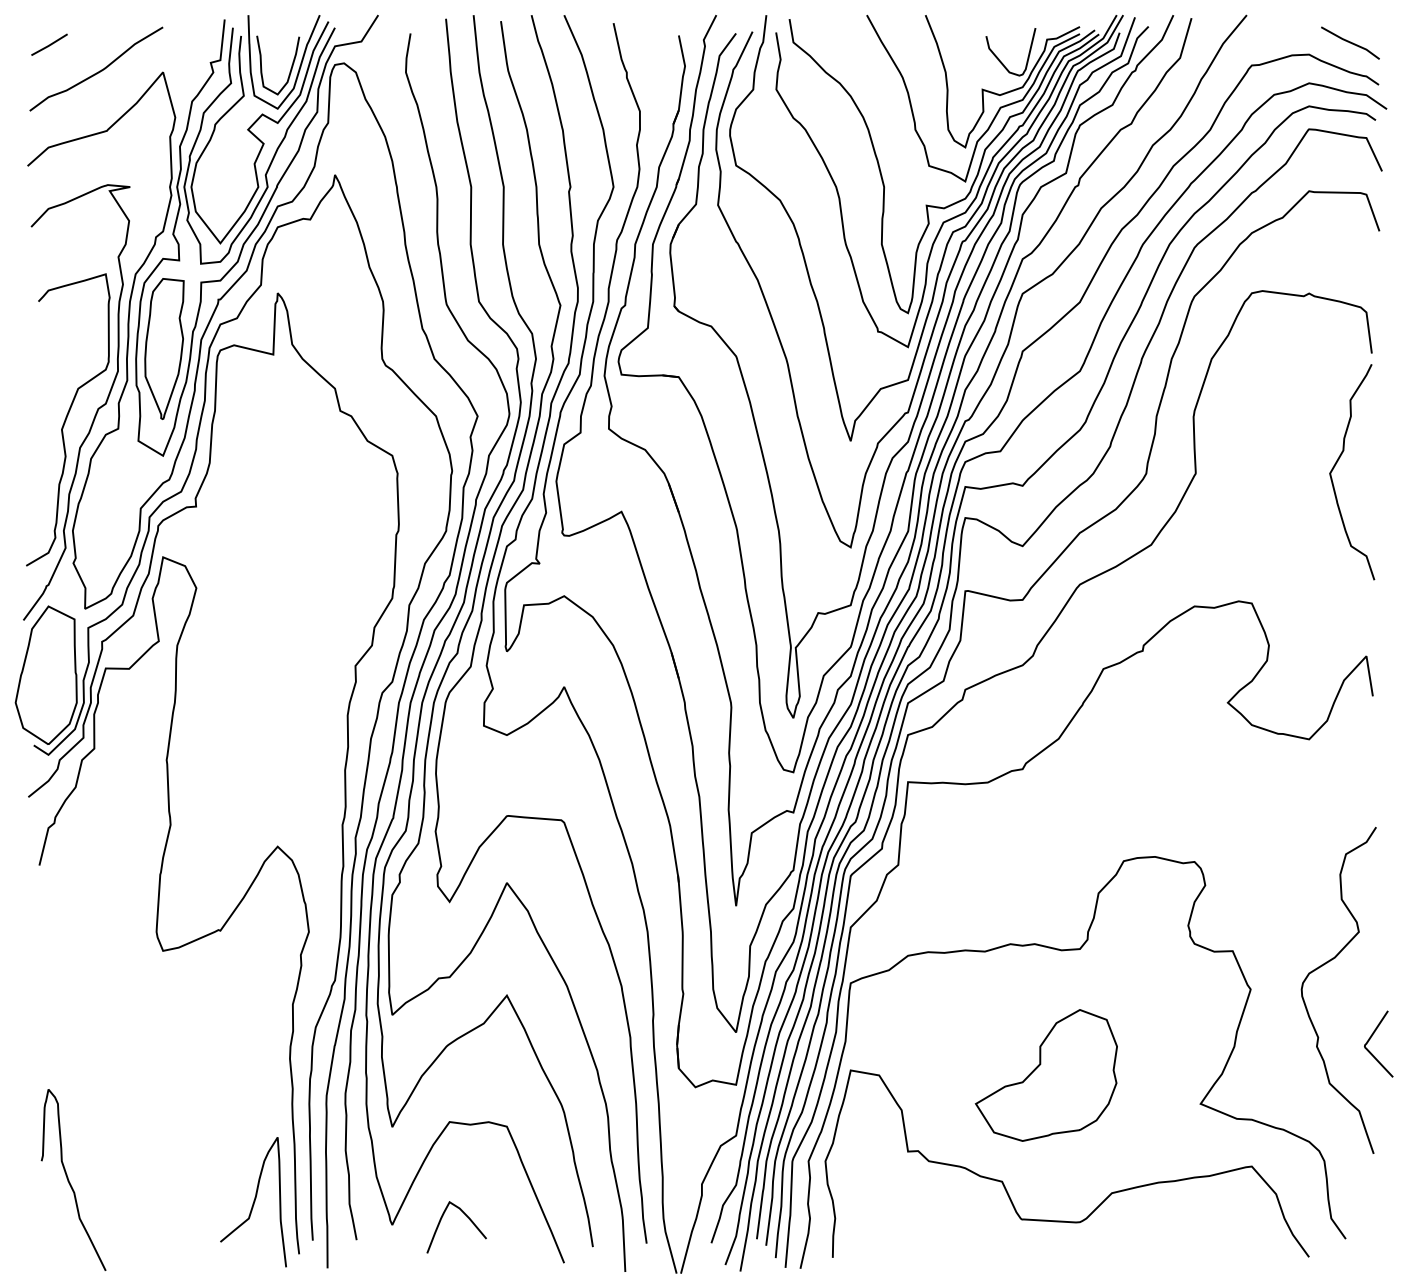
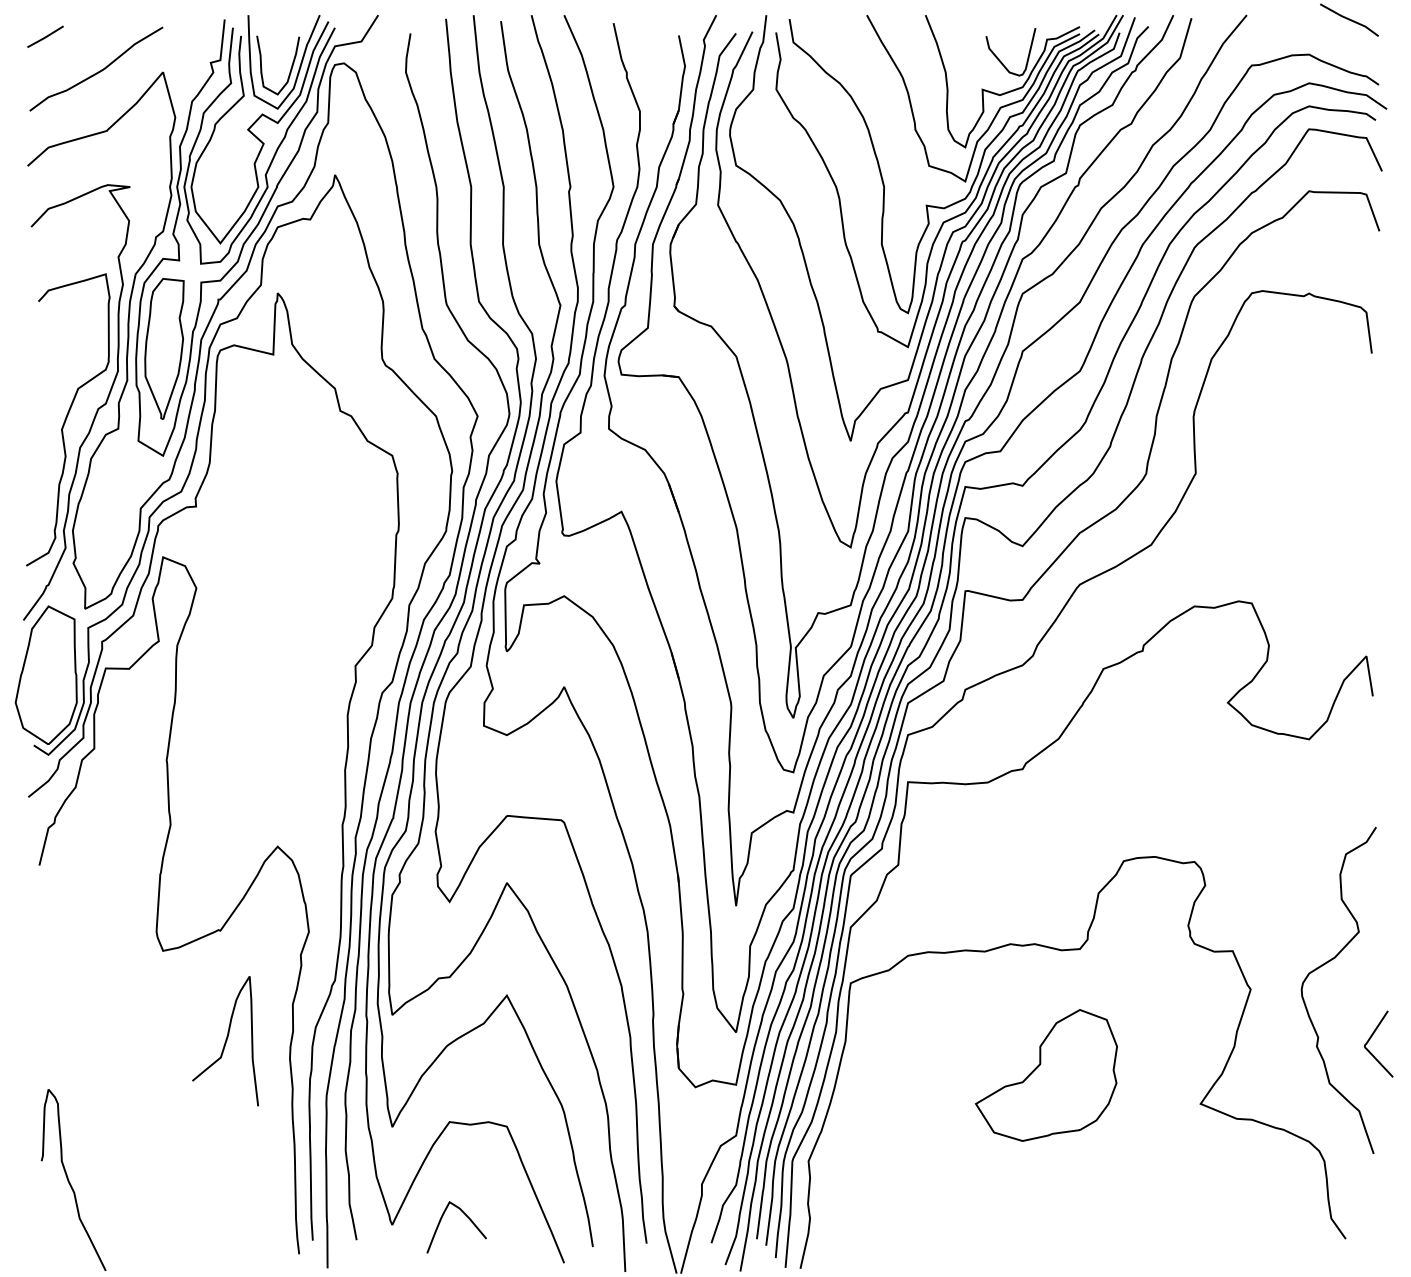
line at (1350, 42) position: (1350, 42) -> (1349, 19)
line at (49, 44) position: (49, 44) -> (45, 36)
curve at (1338, 461): present -> none
curve at (1103, 1200): present -> none
curve at (253, 1202) position: (253, 1202) -> (225, 1041)
